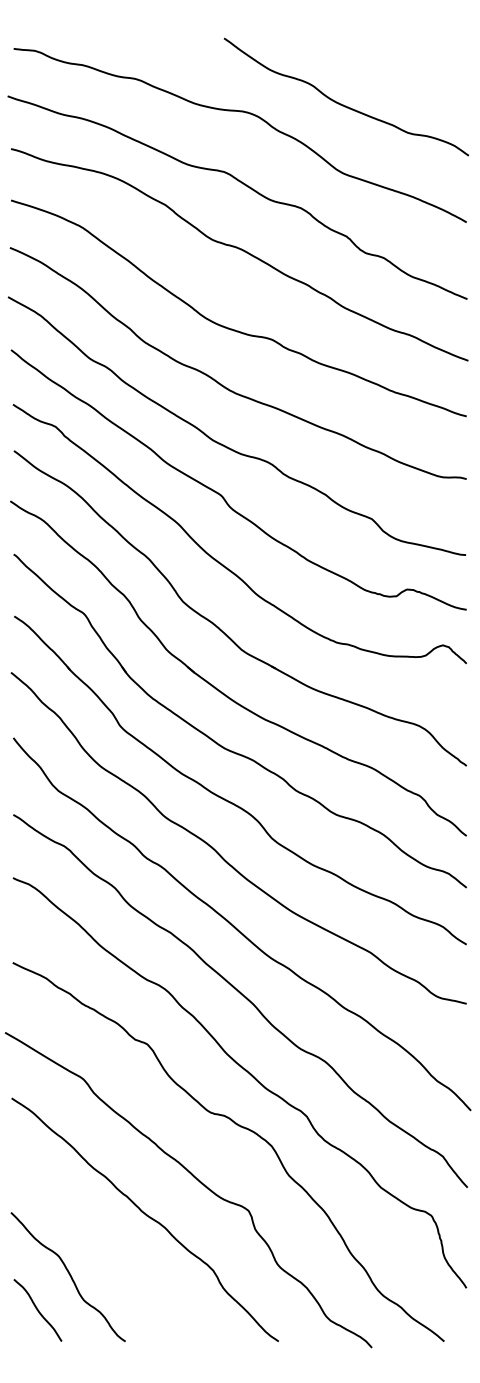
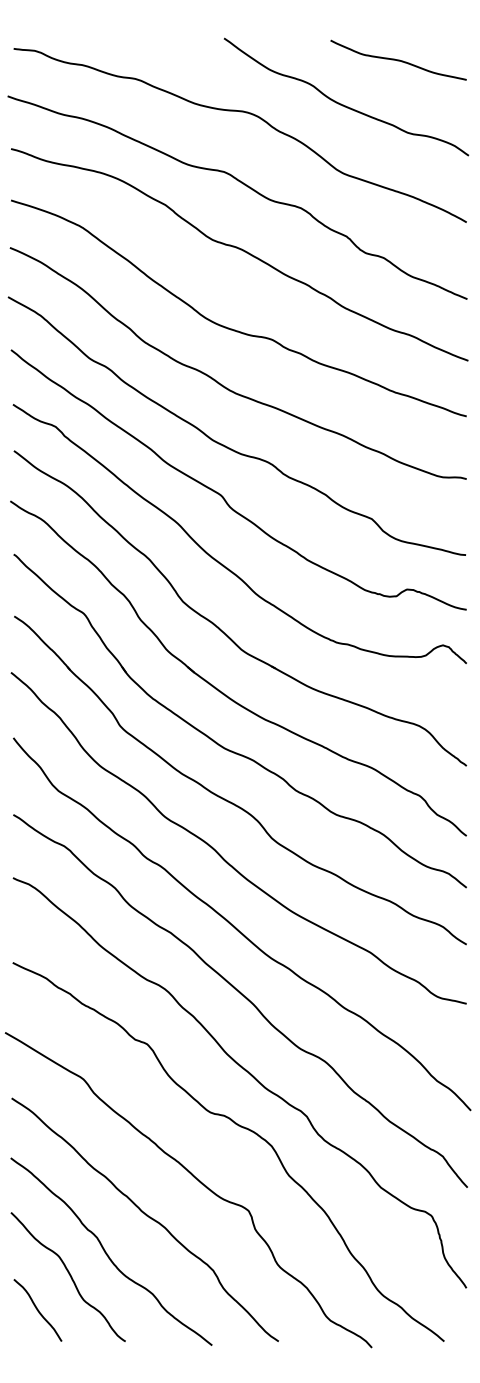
curve at (398, 59): none -> present
curve at (108, 1254): none -> present
